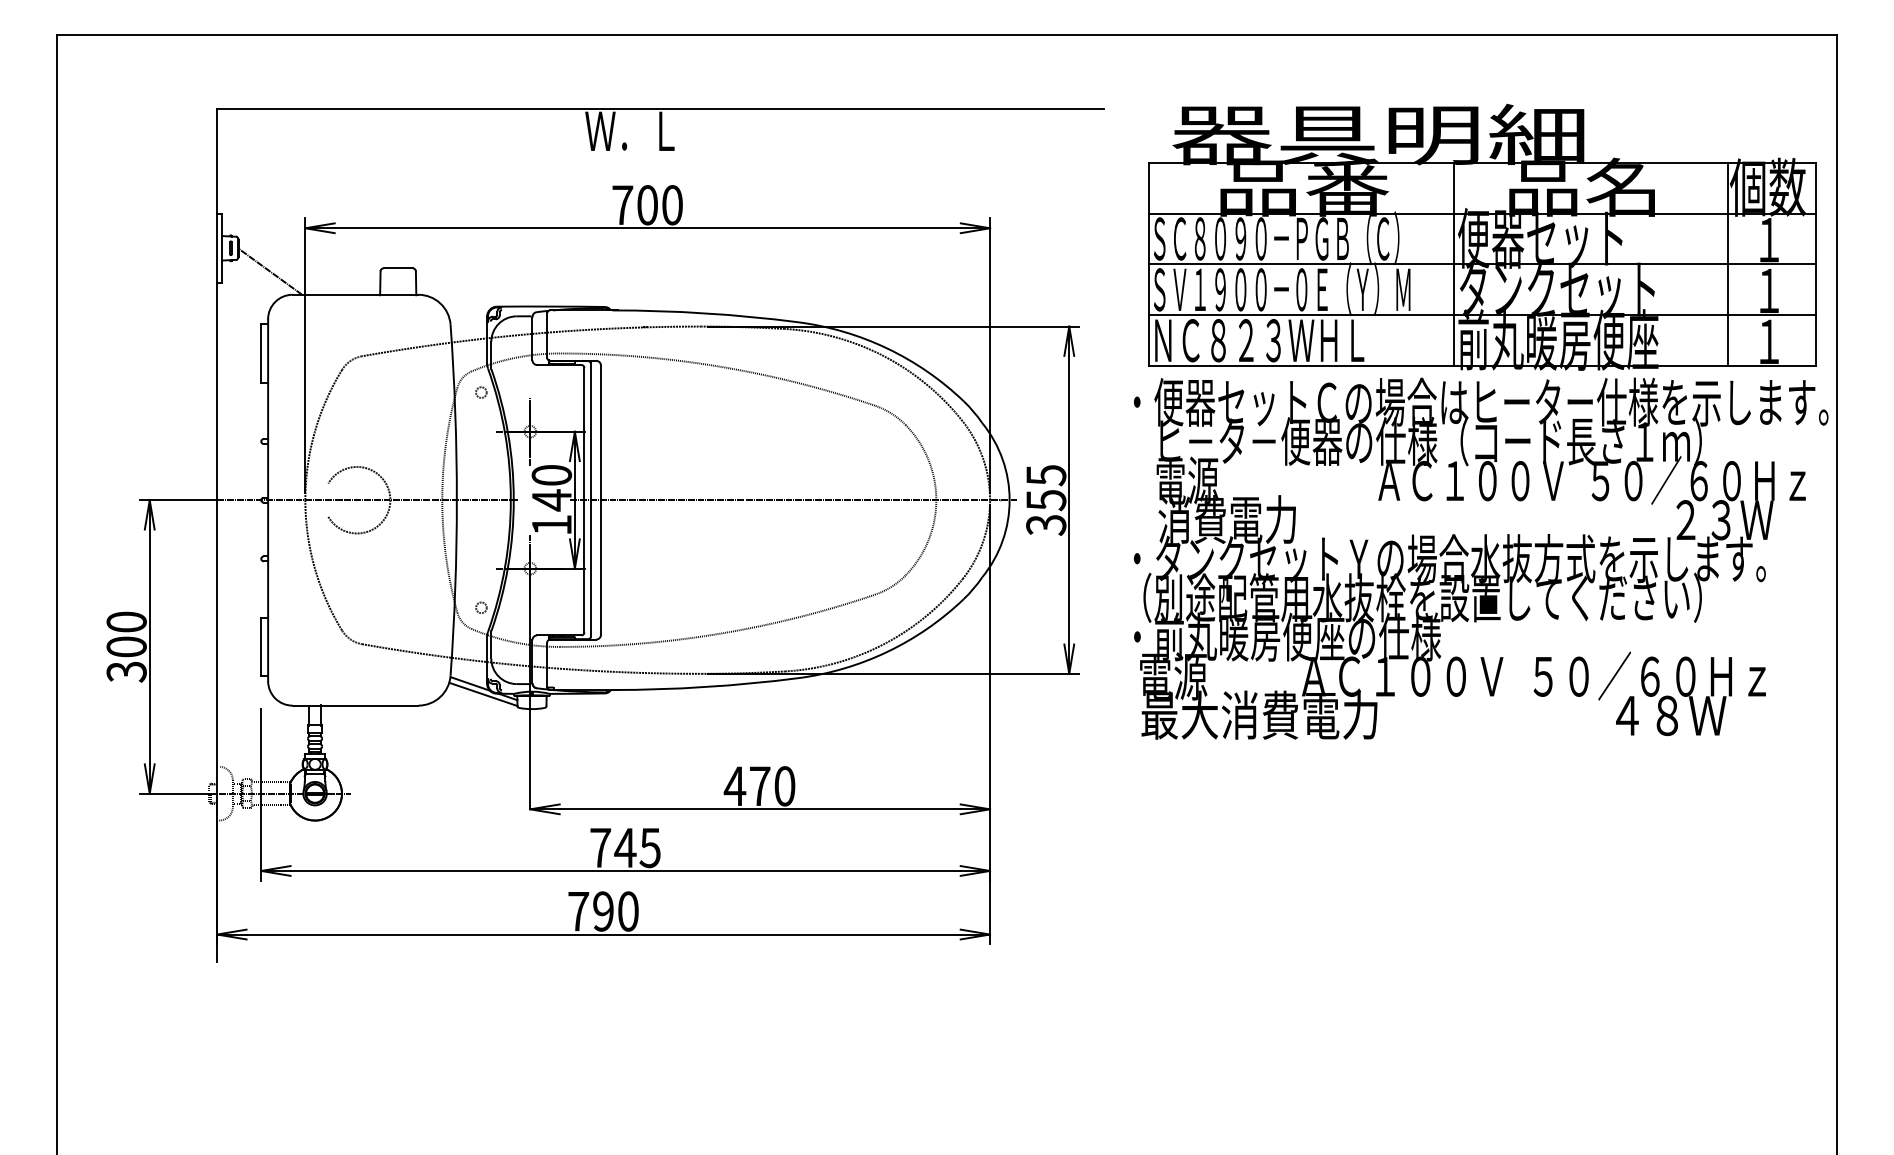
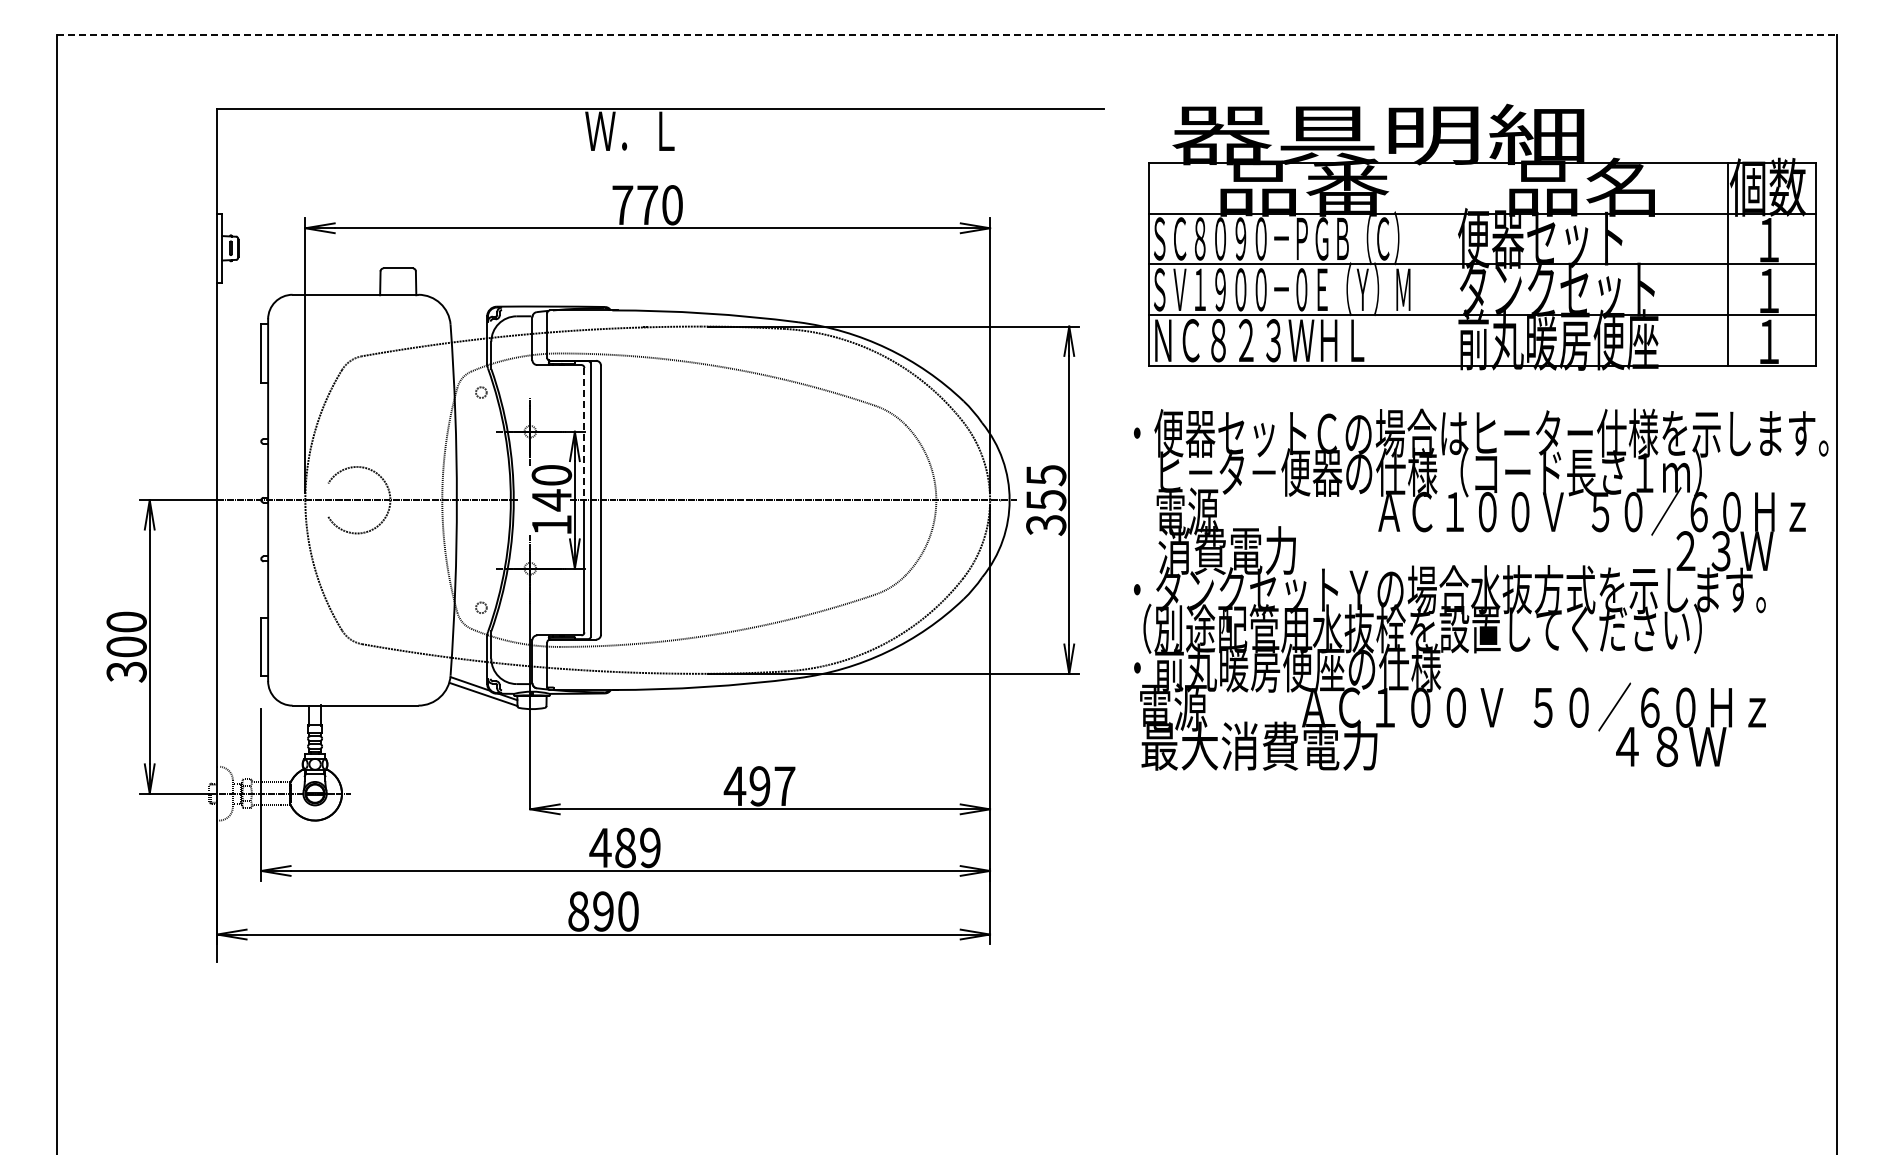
line at (947, 34): solid -> dashed
text at (647, 205): 700 -> 770
line at (1453, 264): present -> none
line at (270, 271): present -> none
line at (584, 434): solid -> dashed
text at (1481, 558) position: (1481, 558) -> (1481, 589)
text at (772, 786): 470 -> 497
text at (624, 847): 745 -> 489
text at (578, 911): 790 -> 890
